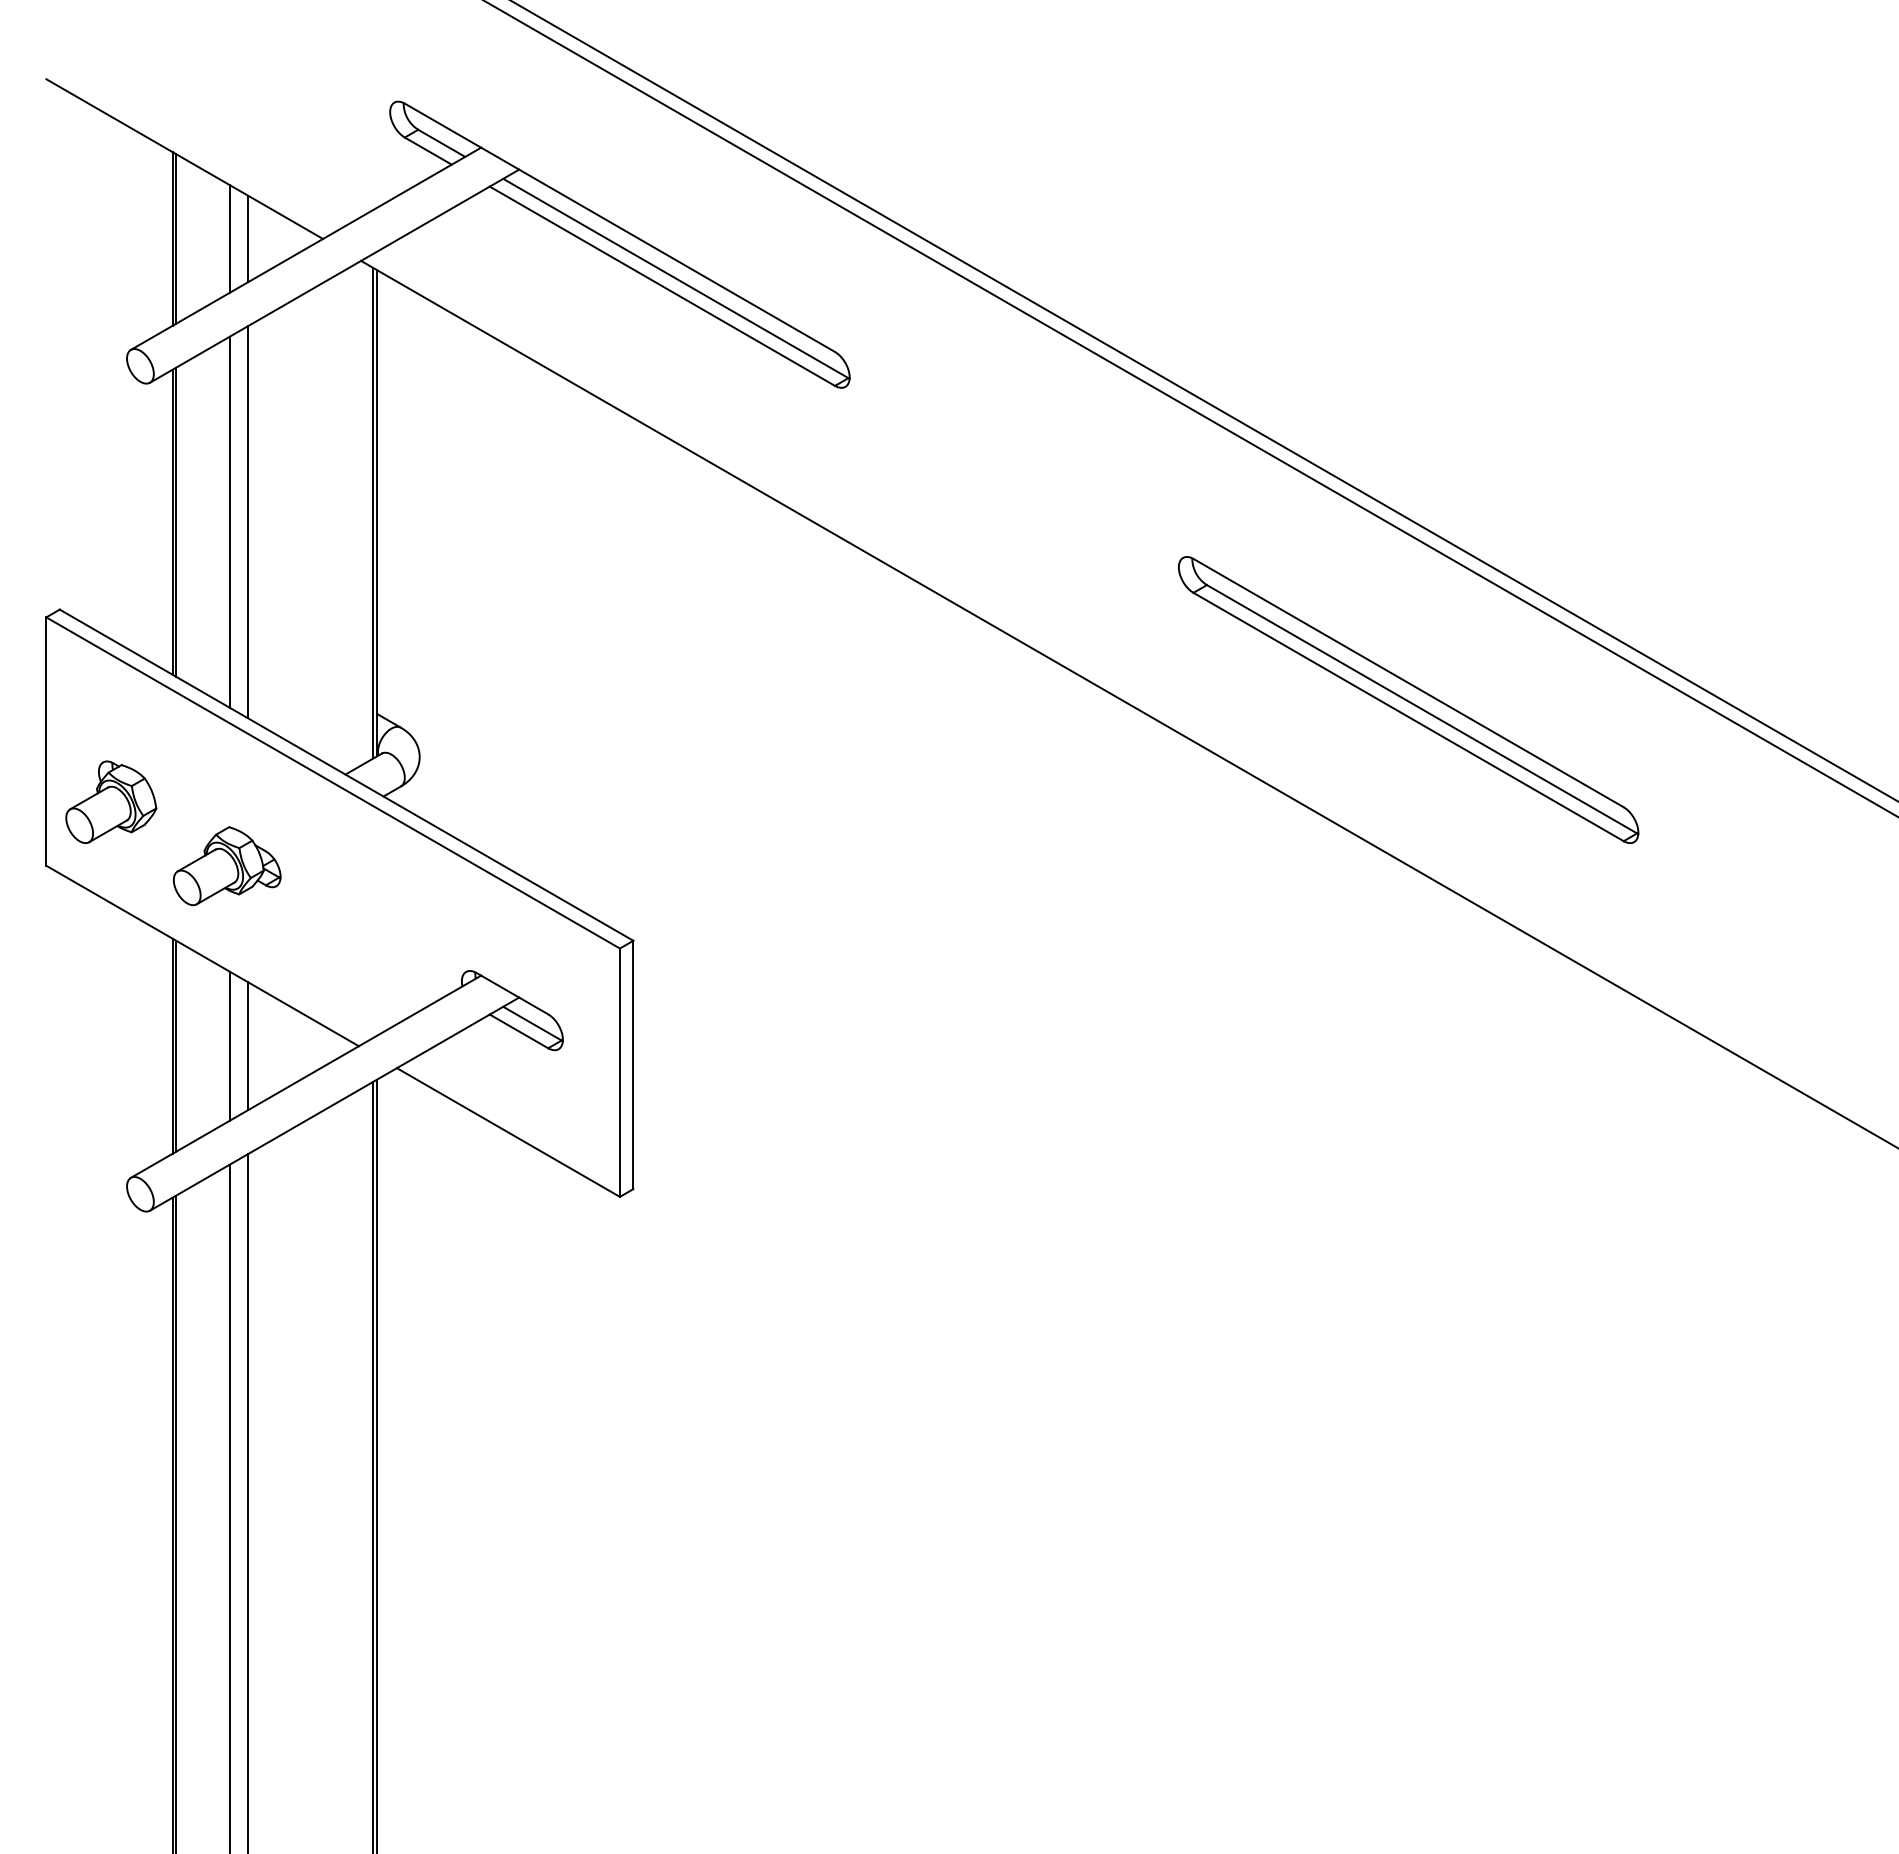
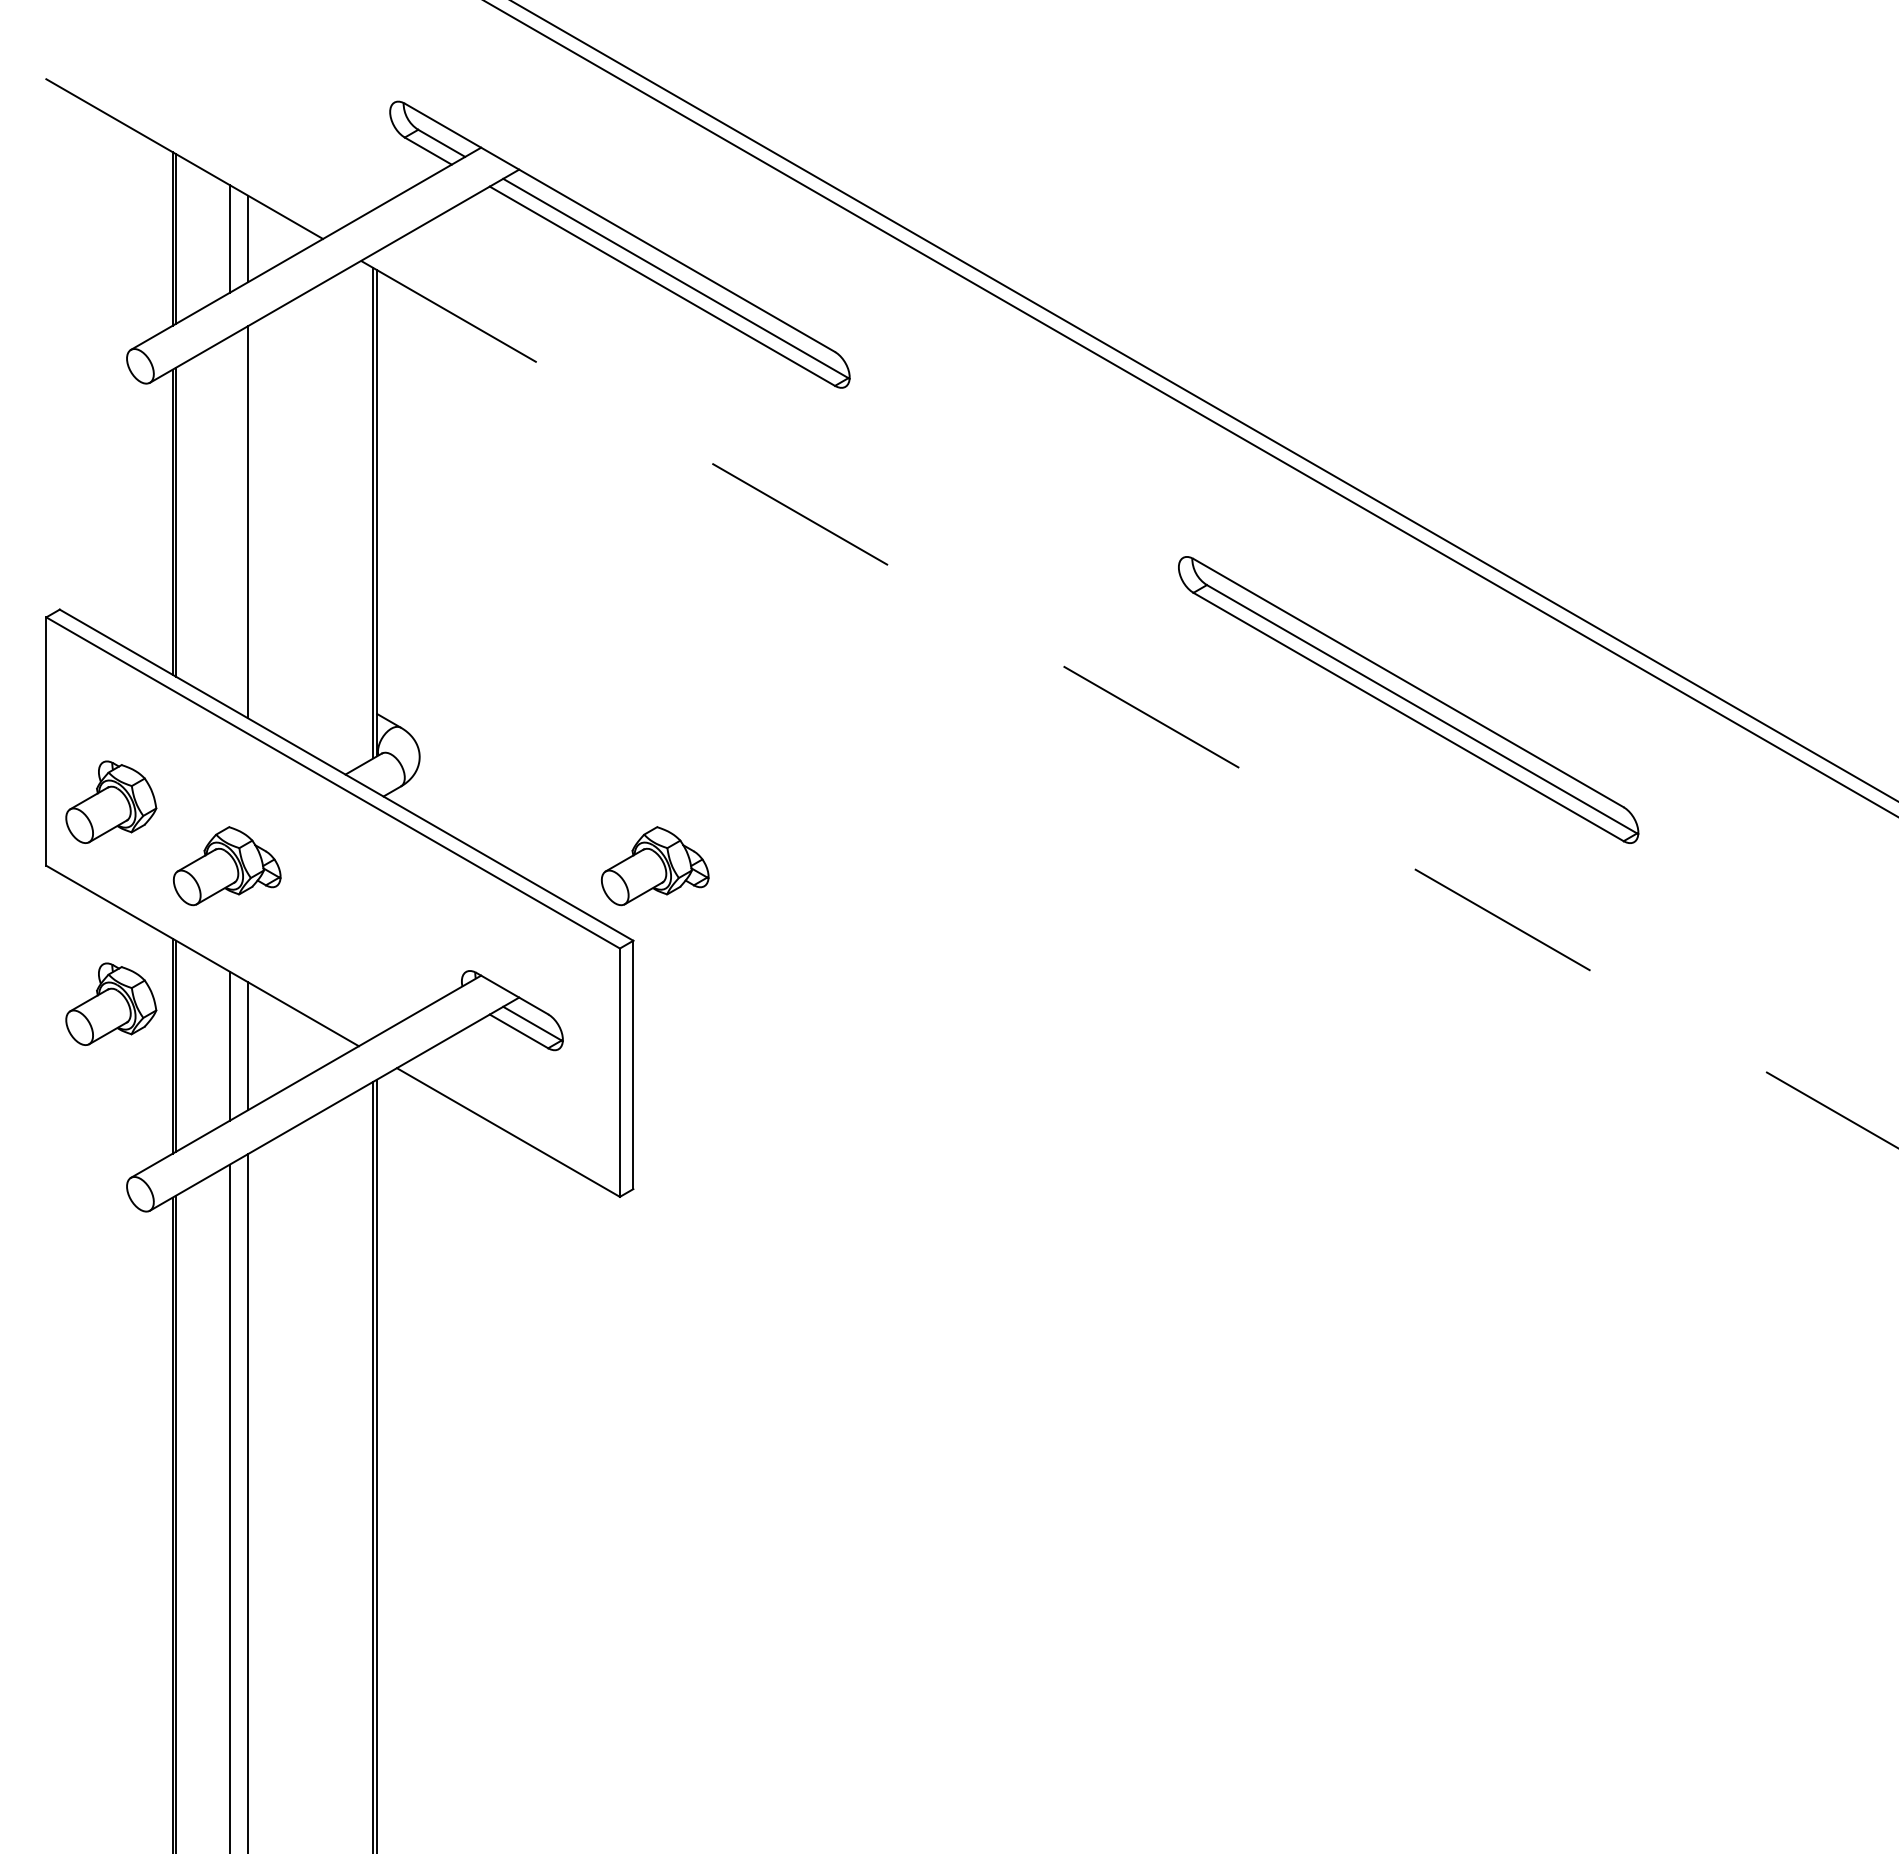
line at (230, 521): present -> none
line at (1130, 704): solid -> dashed
part at (655, 866): none -> present
part at (111, 1003): none -> present
